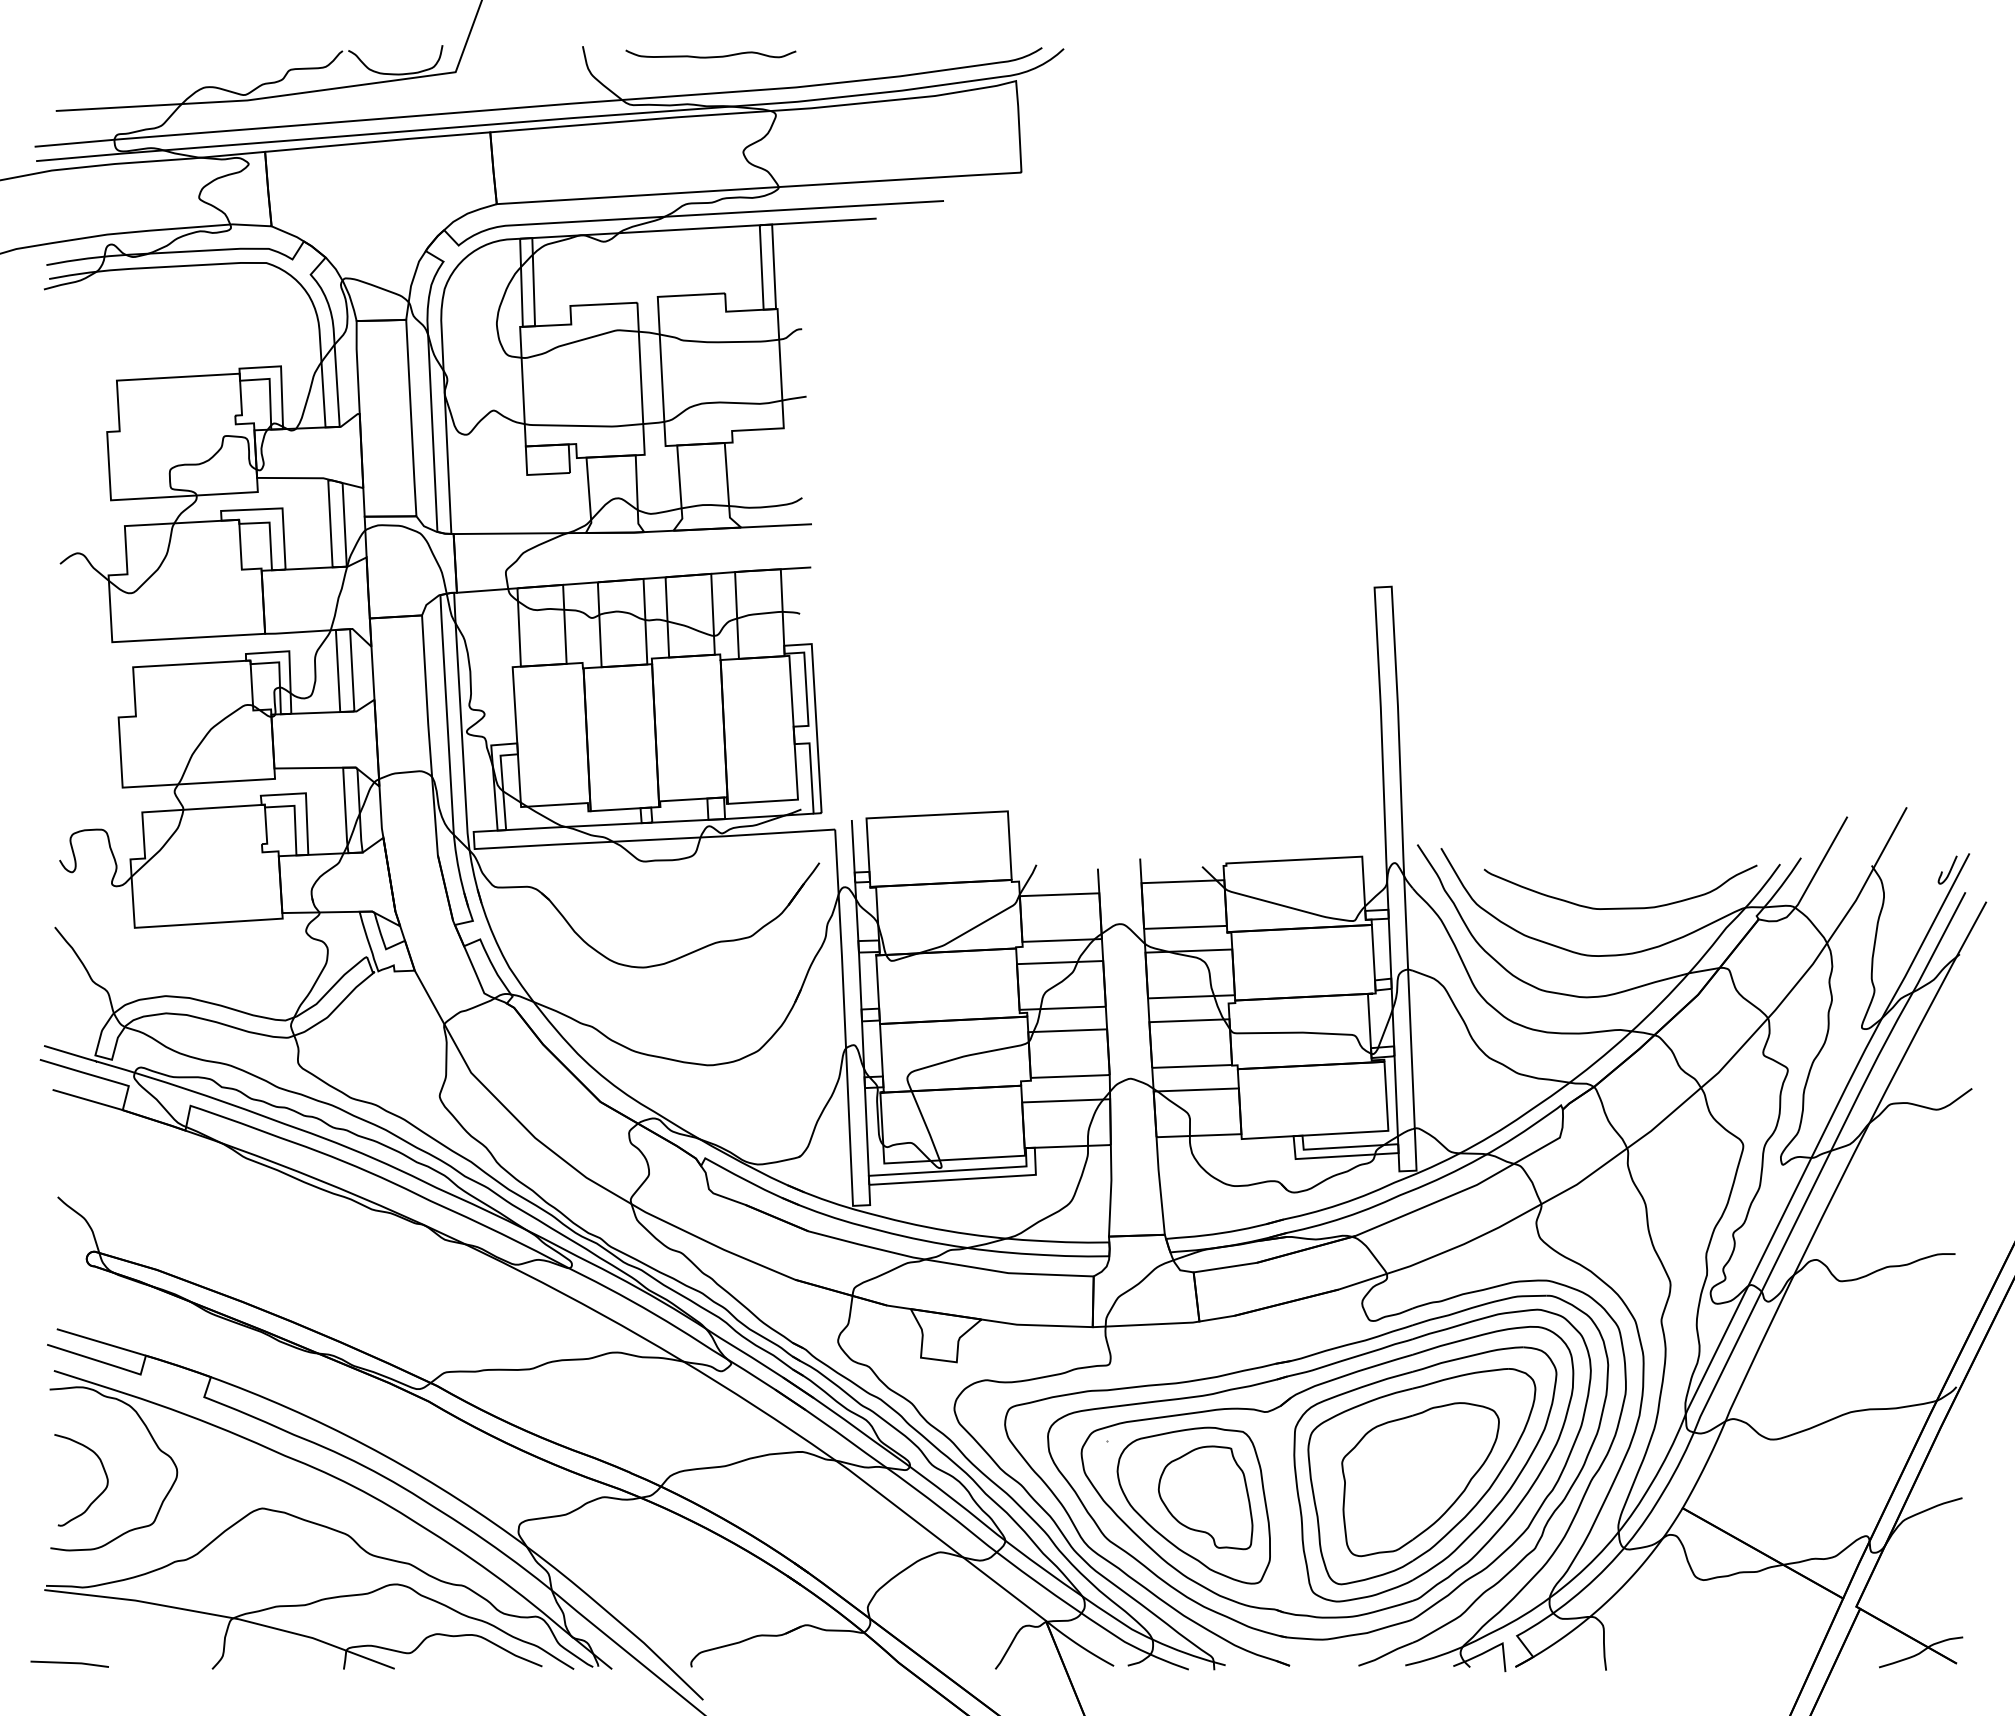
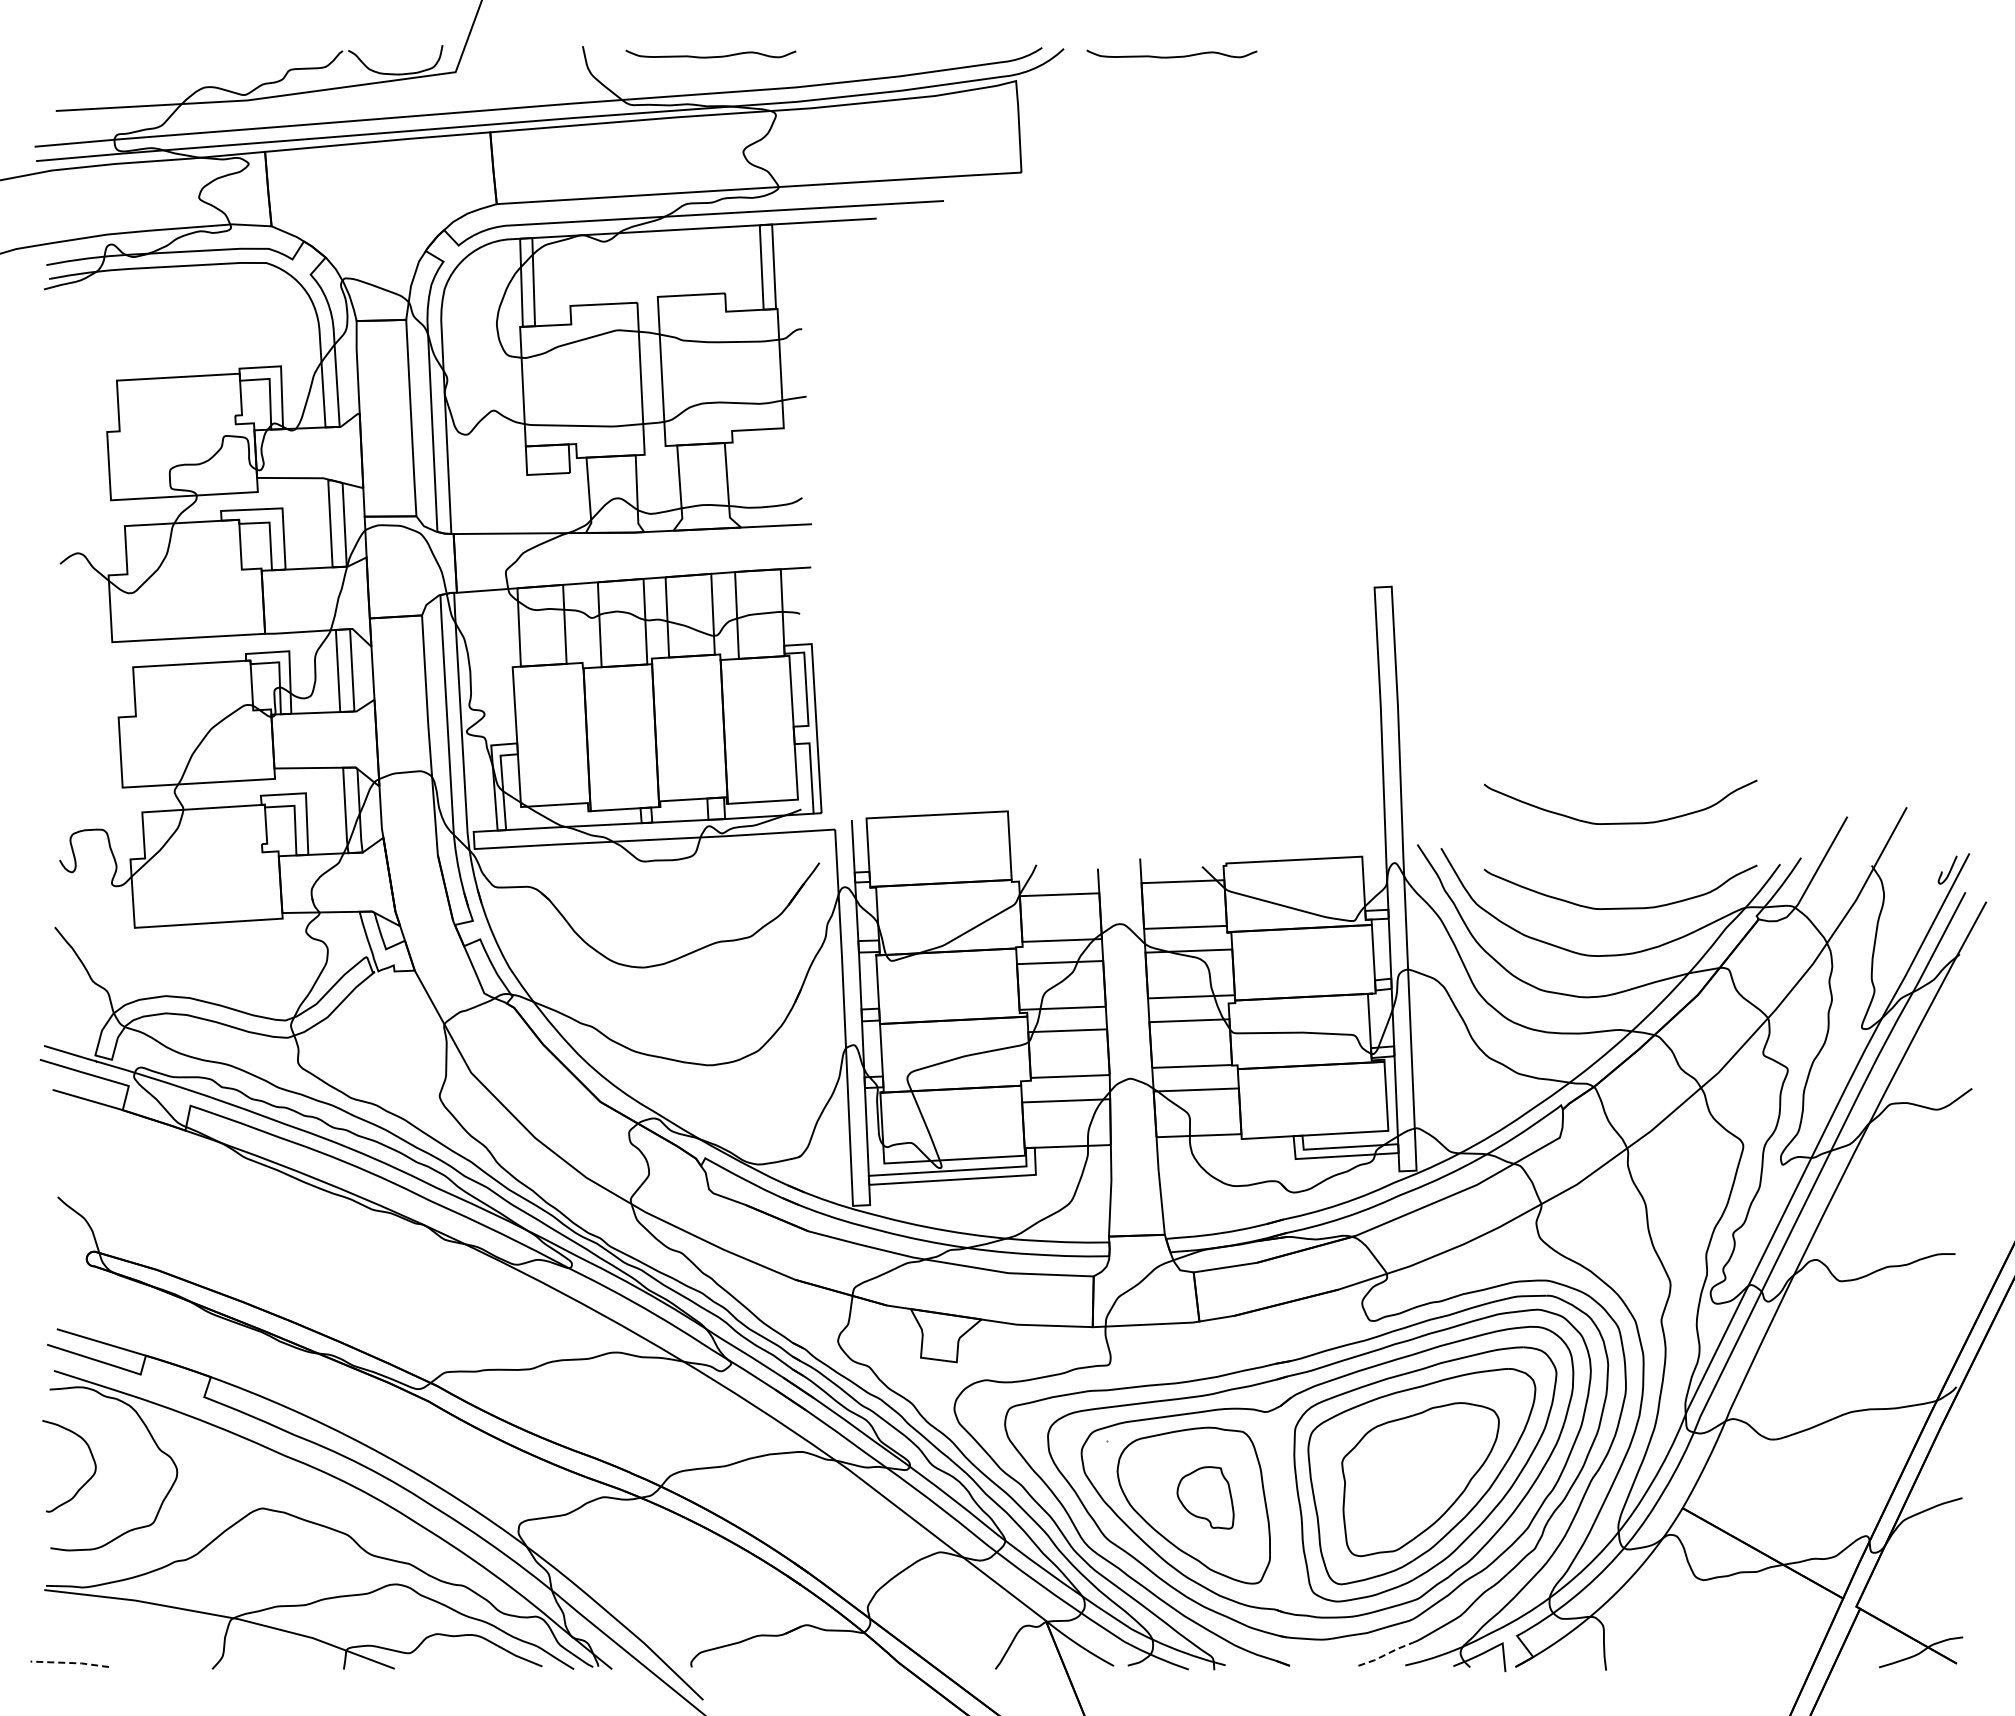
curve at (1171, 56): none -> present
curve at (1620, 822): none -> present
curve at (97, 1496) position: (97, 1496) -> (85, 1482)
part at (1205, 1497) size: 97x106 px -> 59x64 px
line at (1386, 1654): solid -> dashed
line at (70, 1663): solid -> dashed
